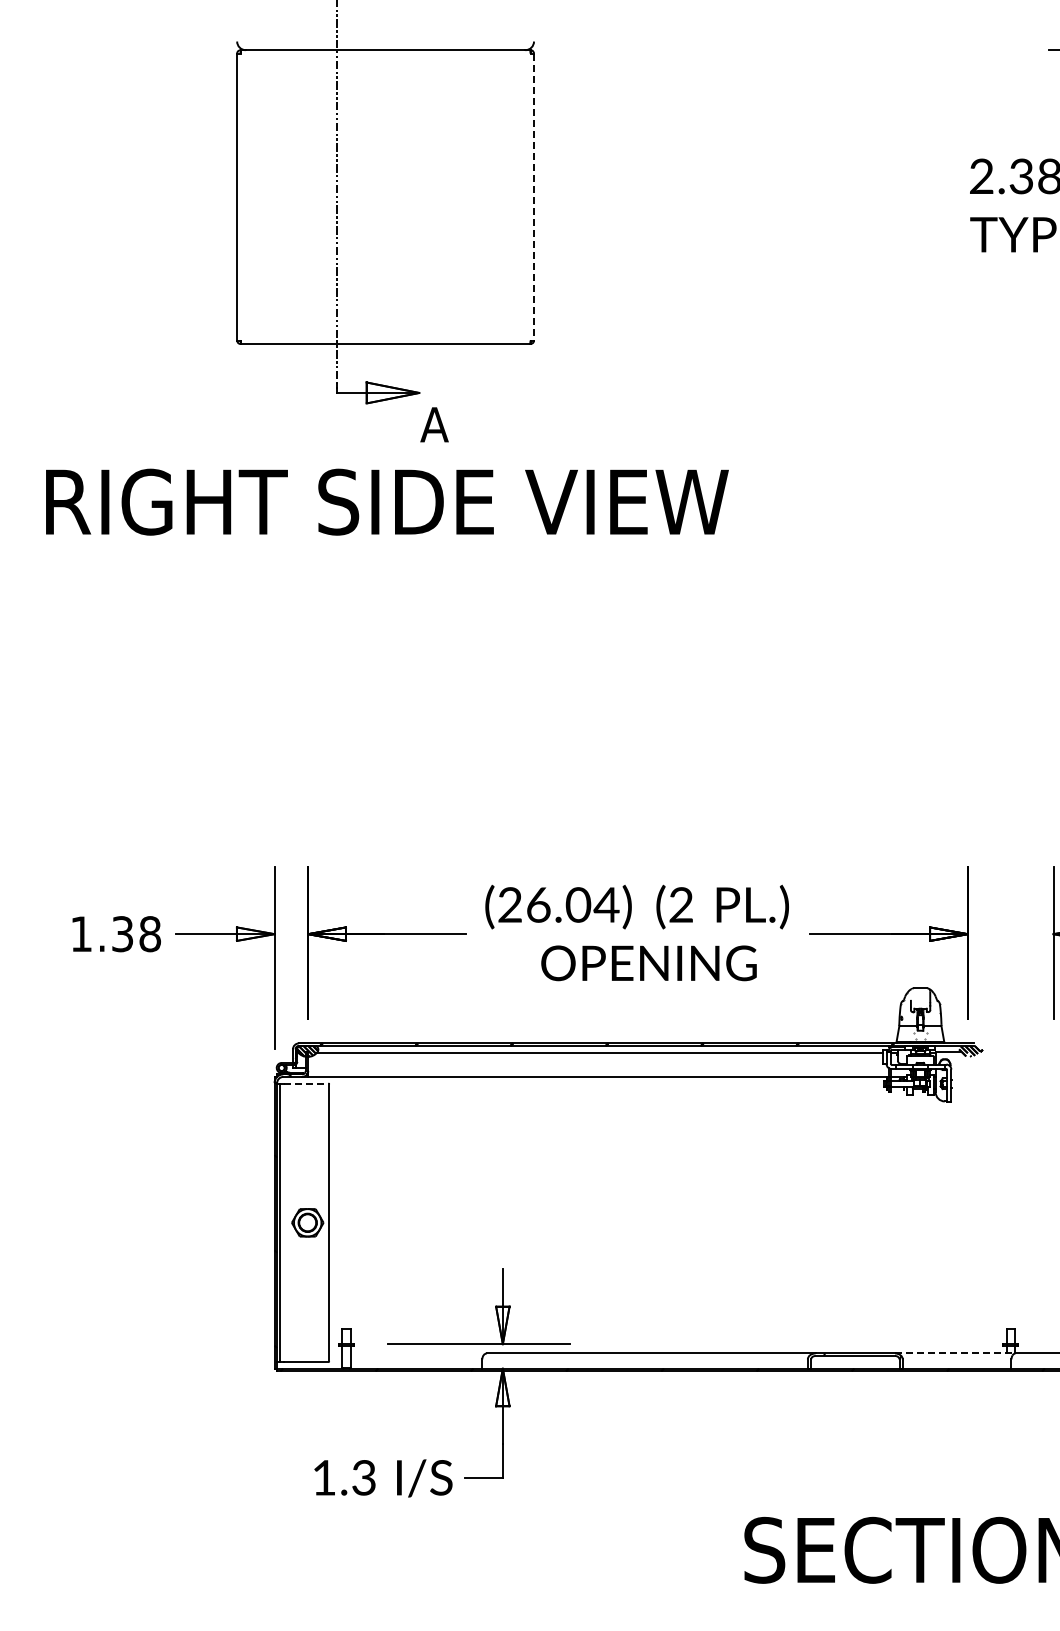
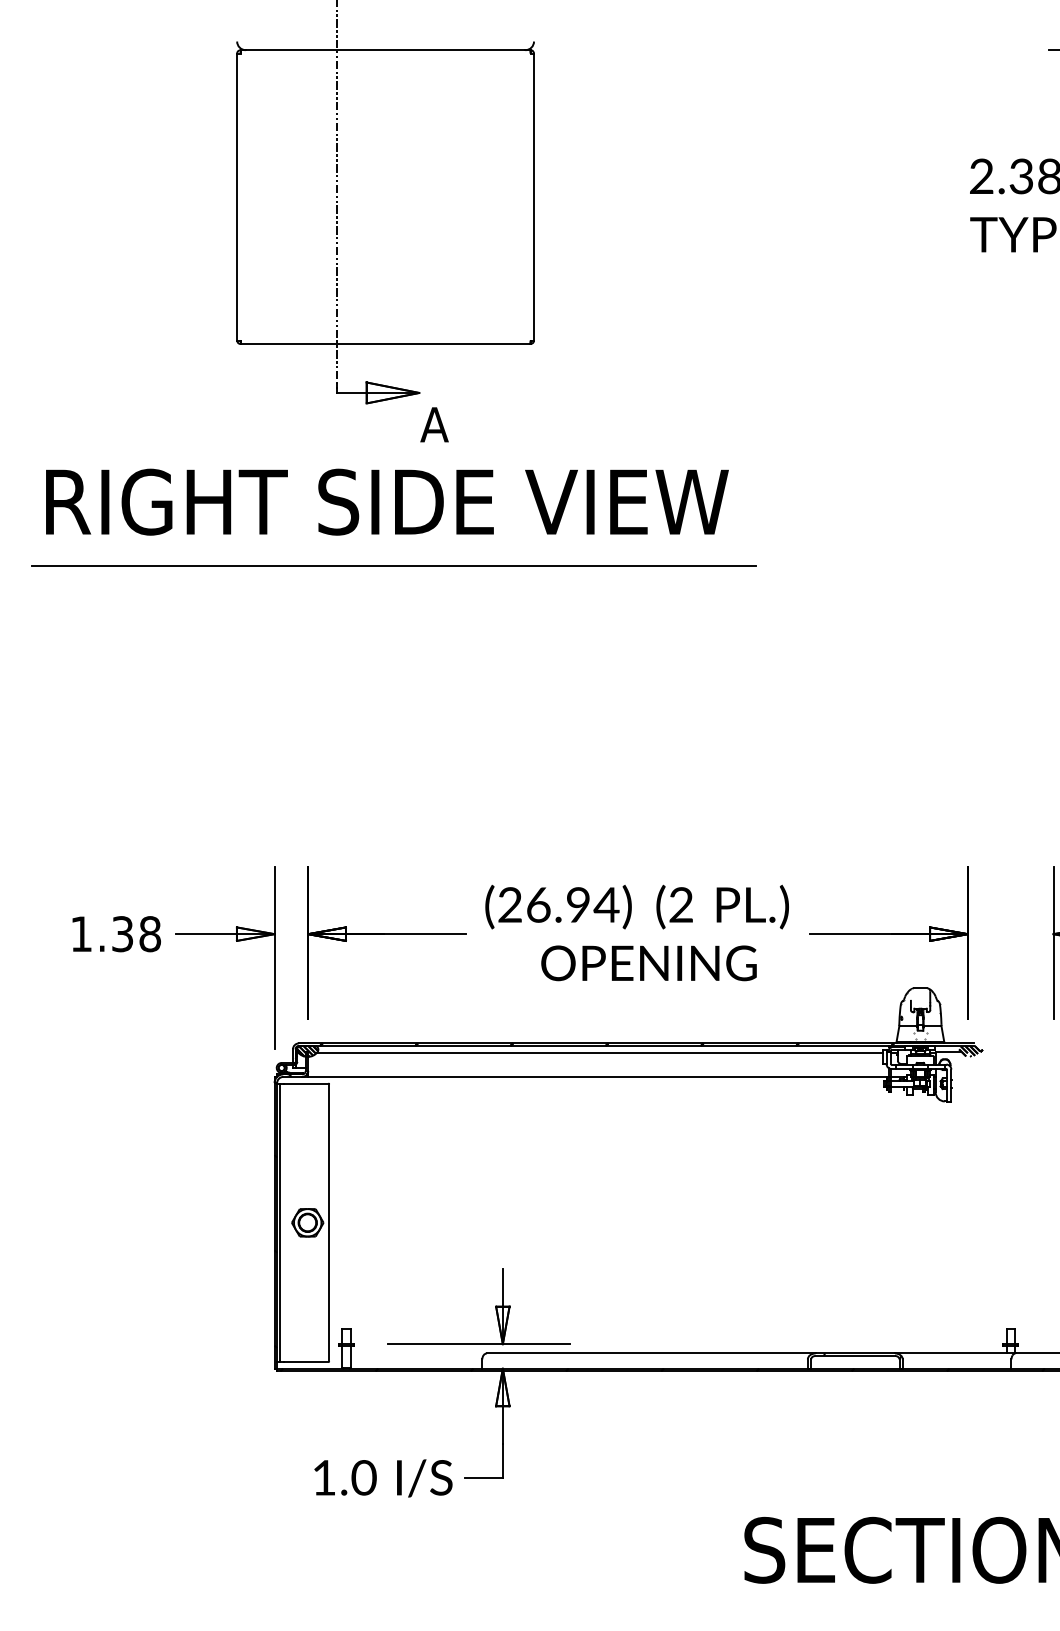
line at (534, 197): dashed -> solid
line at (393, 566): none -> present
text at (578, 905): (26.04) -> (26.94)
line at (306, 1083): dashed -> solid
line at (955, 1353): dashed -> solid
text at (363, 1477): 1.3 -> 1.0
